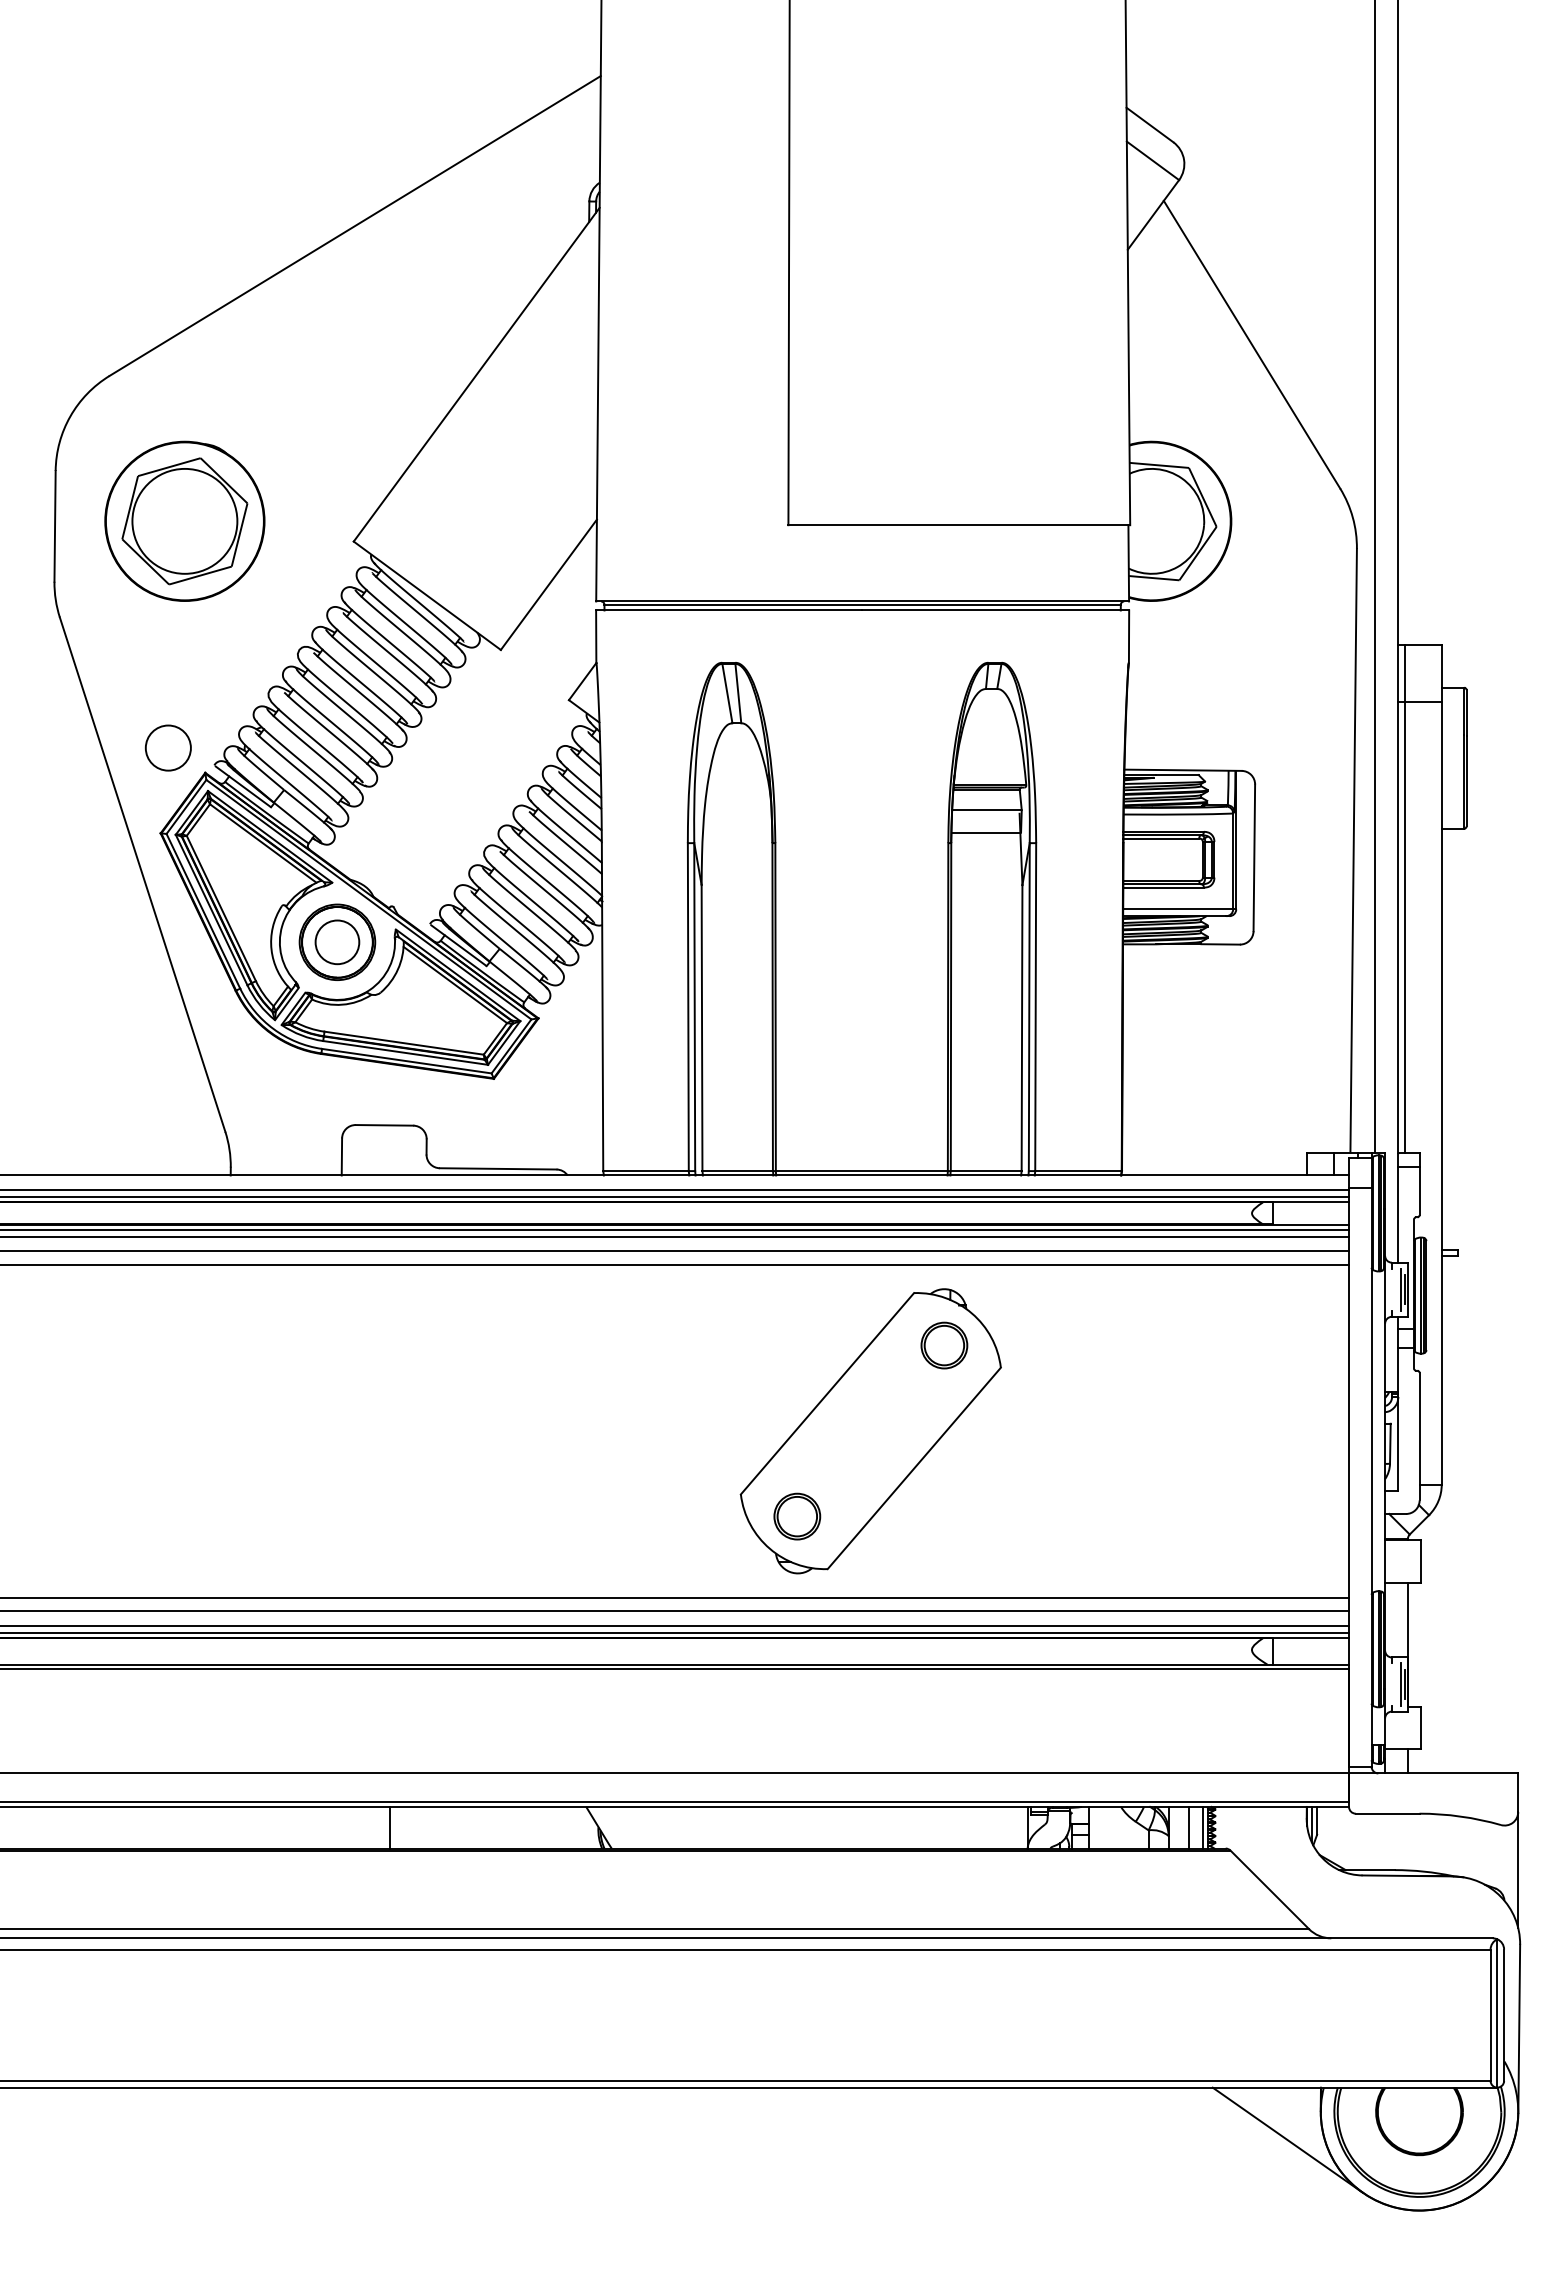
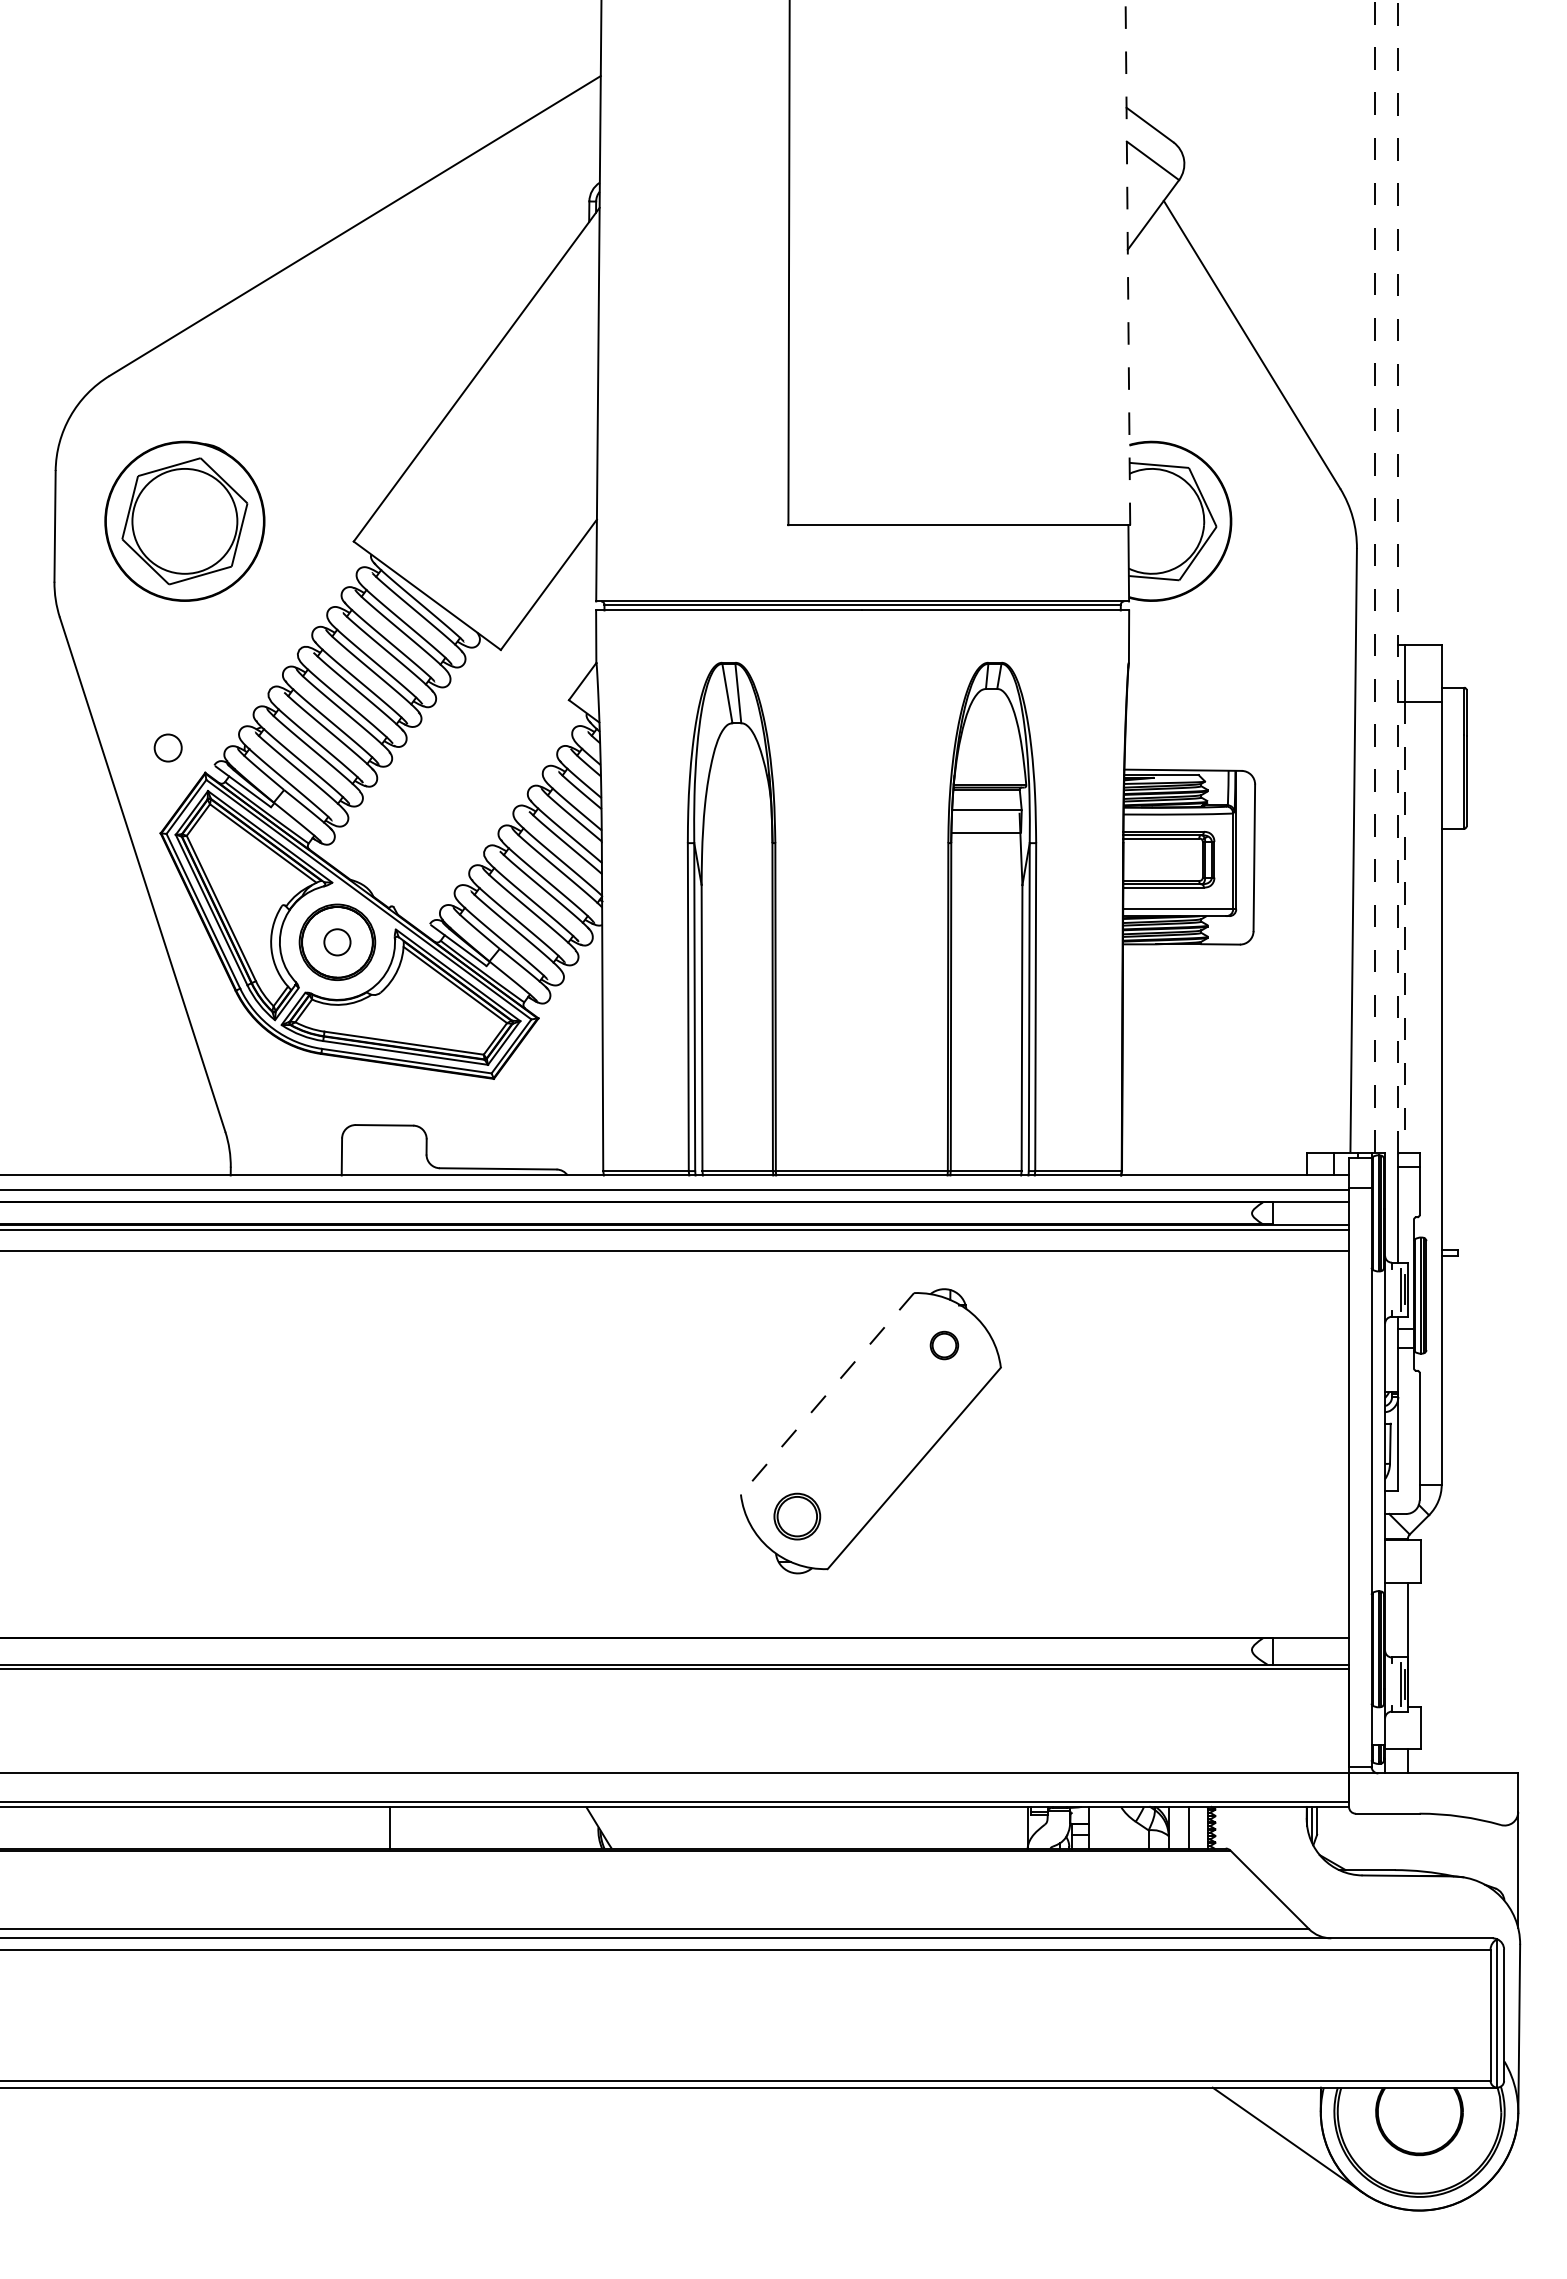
line at (1127, 262): solid -> dashed
line at (1375, 576): solid -> dashed
line at (1398, 576): solid -> dashed
circle at (167, 747) size: 48x48 px -> 30x30 px
line at (1404, 927): solid -> dashed
circle at (337, 942) diameter: 44 px -> 26 px
line at (675, 1196): present -> none
line at (675, 1236): present -> none
line at (675, 1264): present -> none
part at (944, 1345) size: 49x49 px -> 31x31 px
line at (827, 1393): solid -> dashed
line at (675, 1597): present -> none
line at (675, 1611): present -> none
line at (675, 1626): present -> none
line at (675, 1632): present -> none
line at (1202, 1827): present -> none
